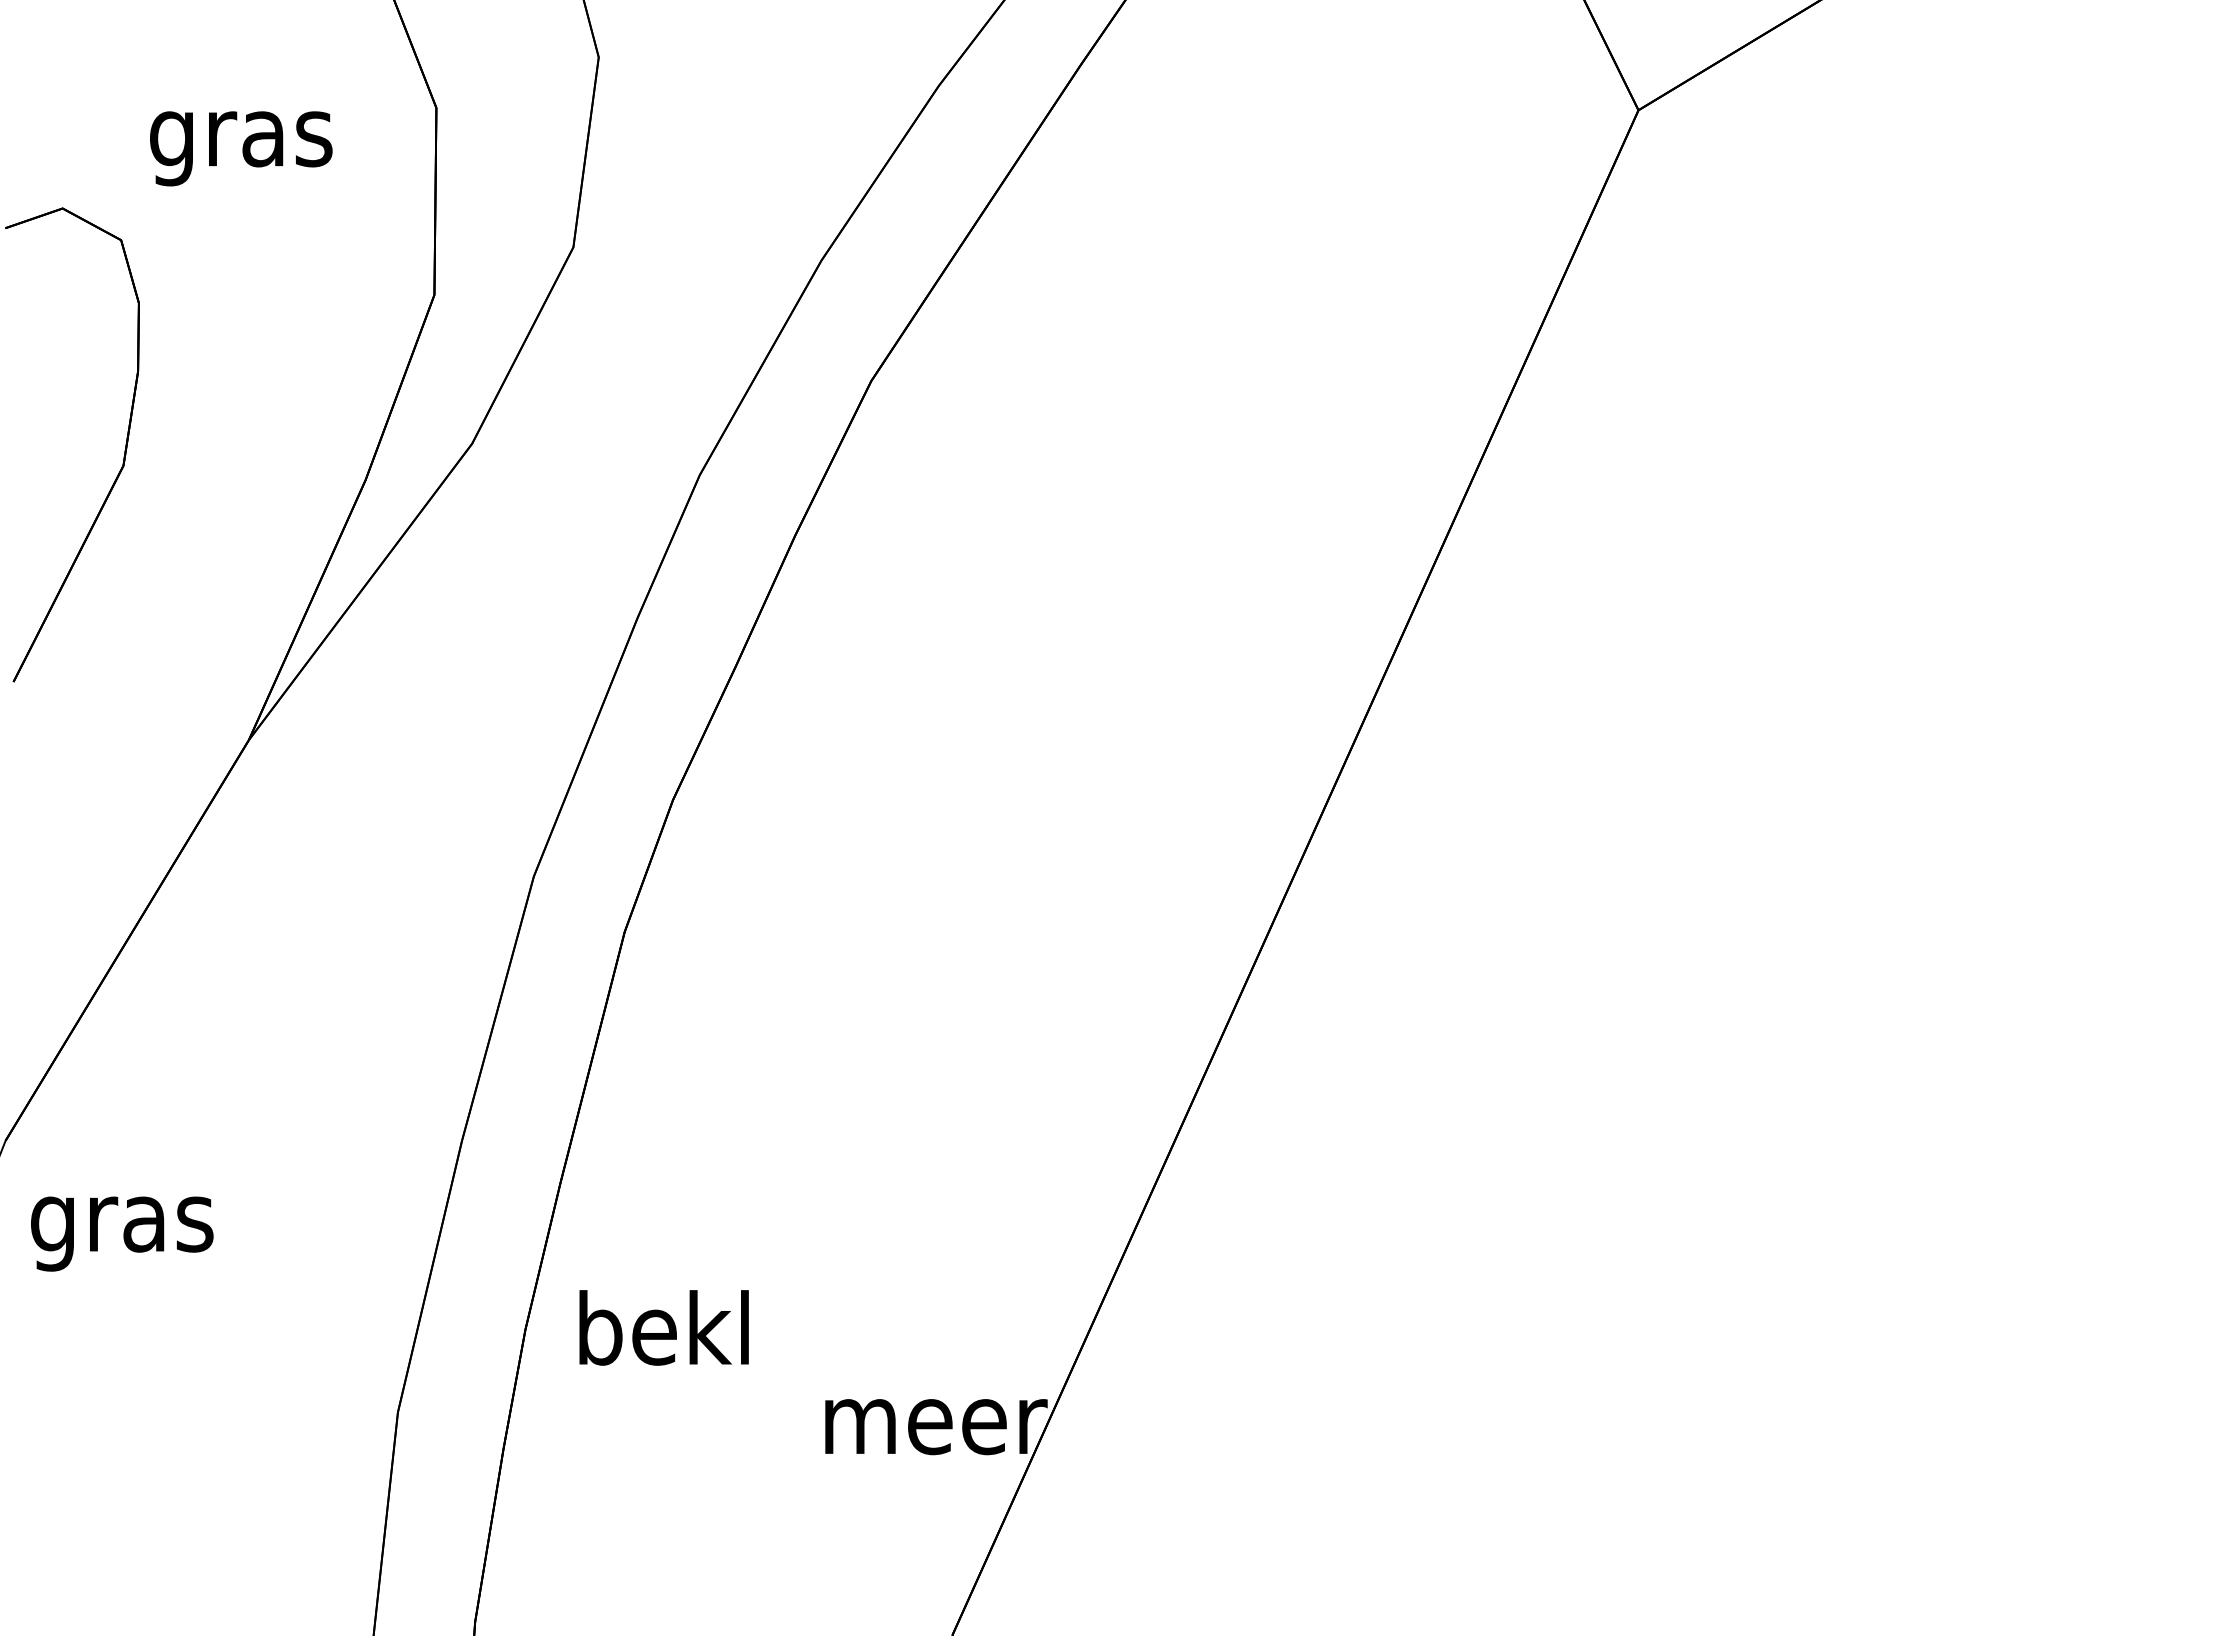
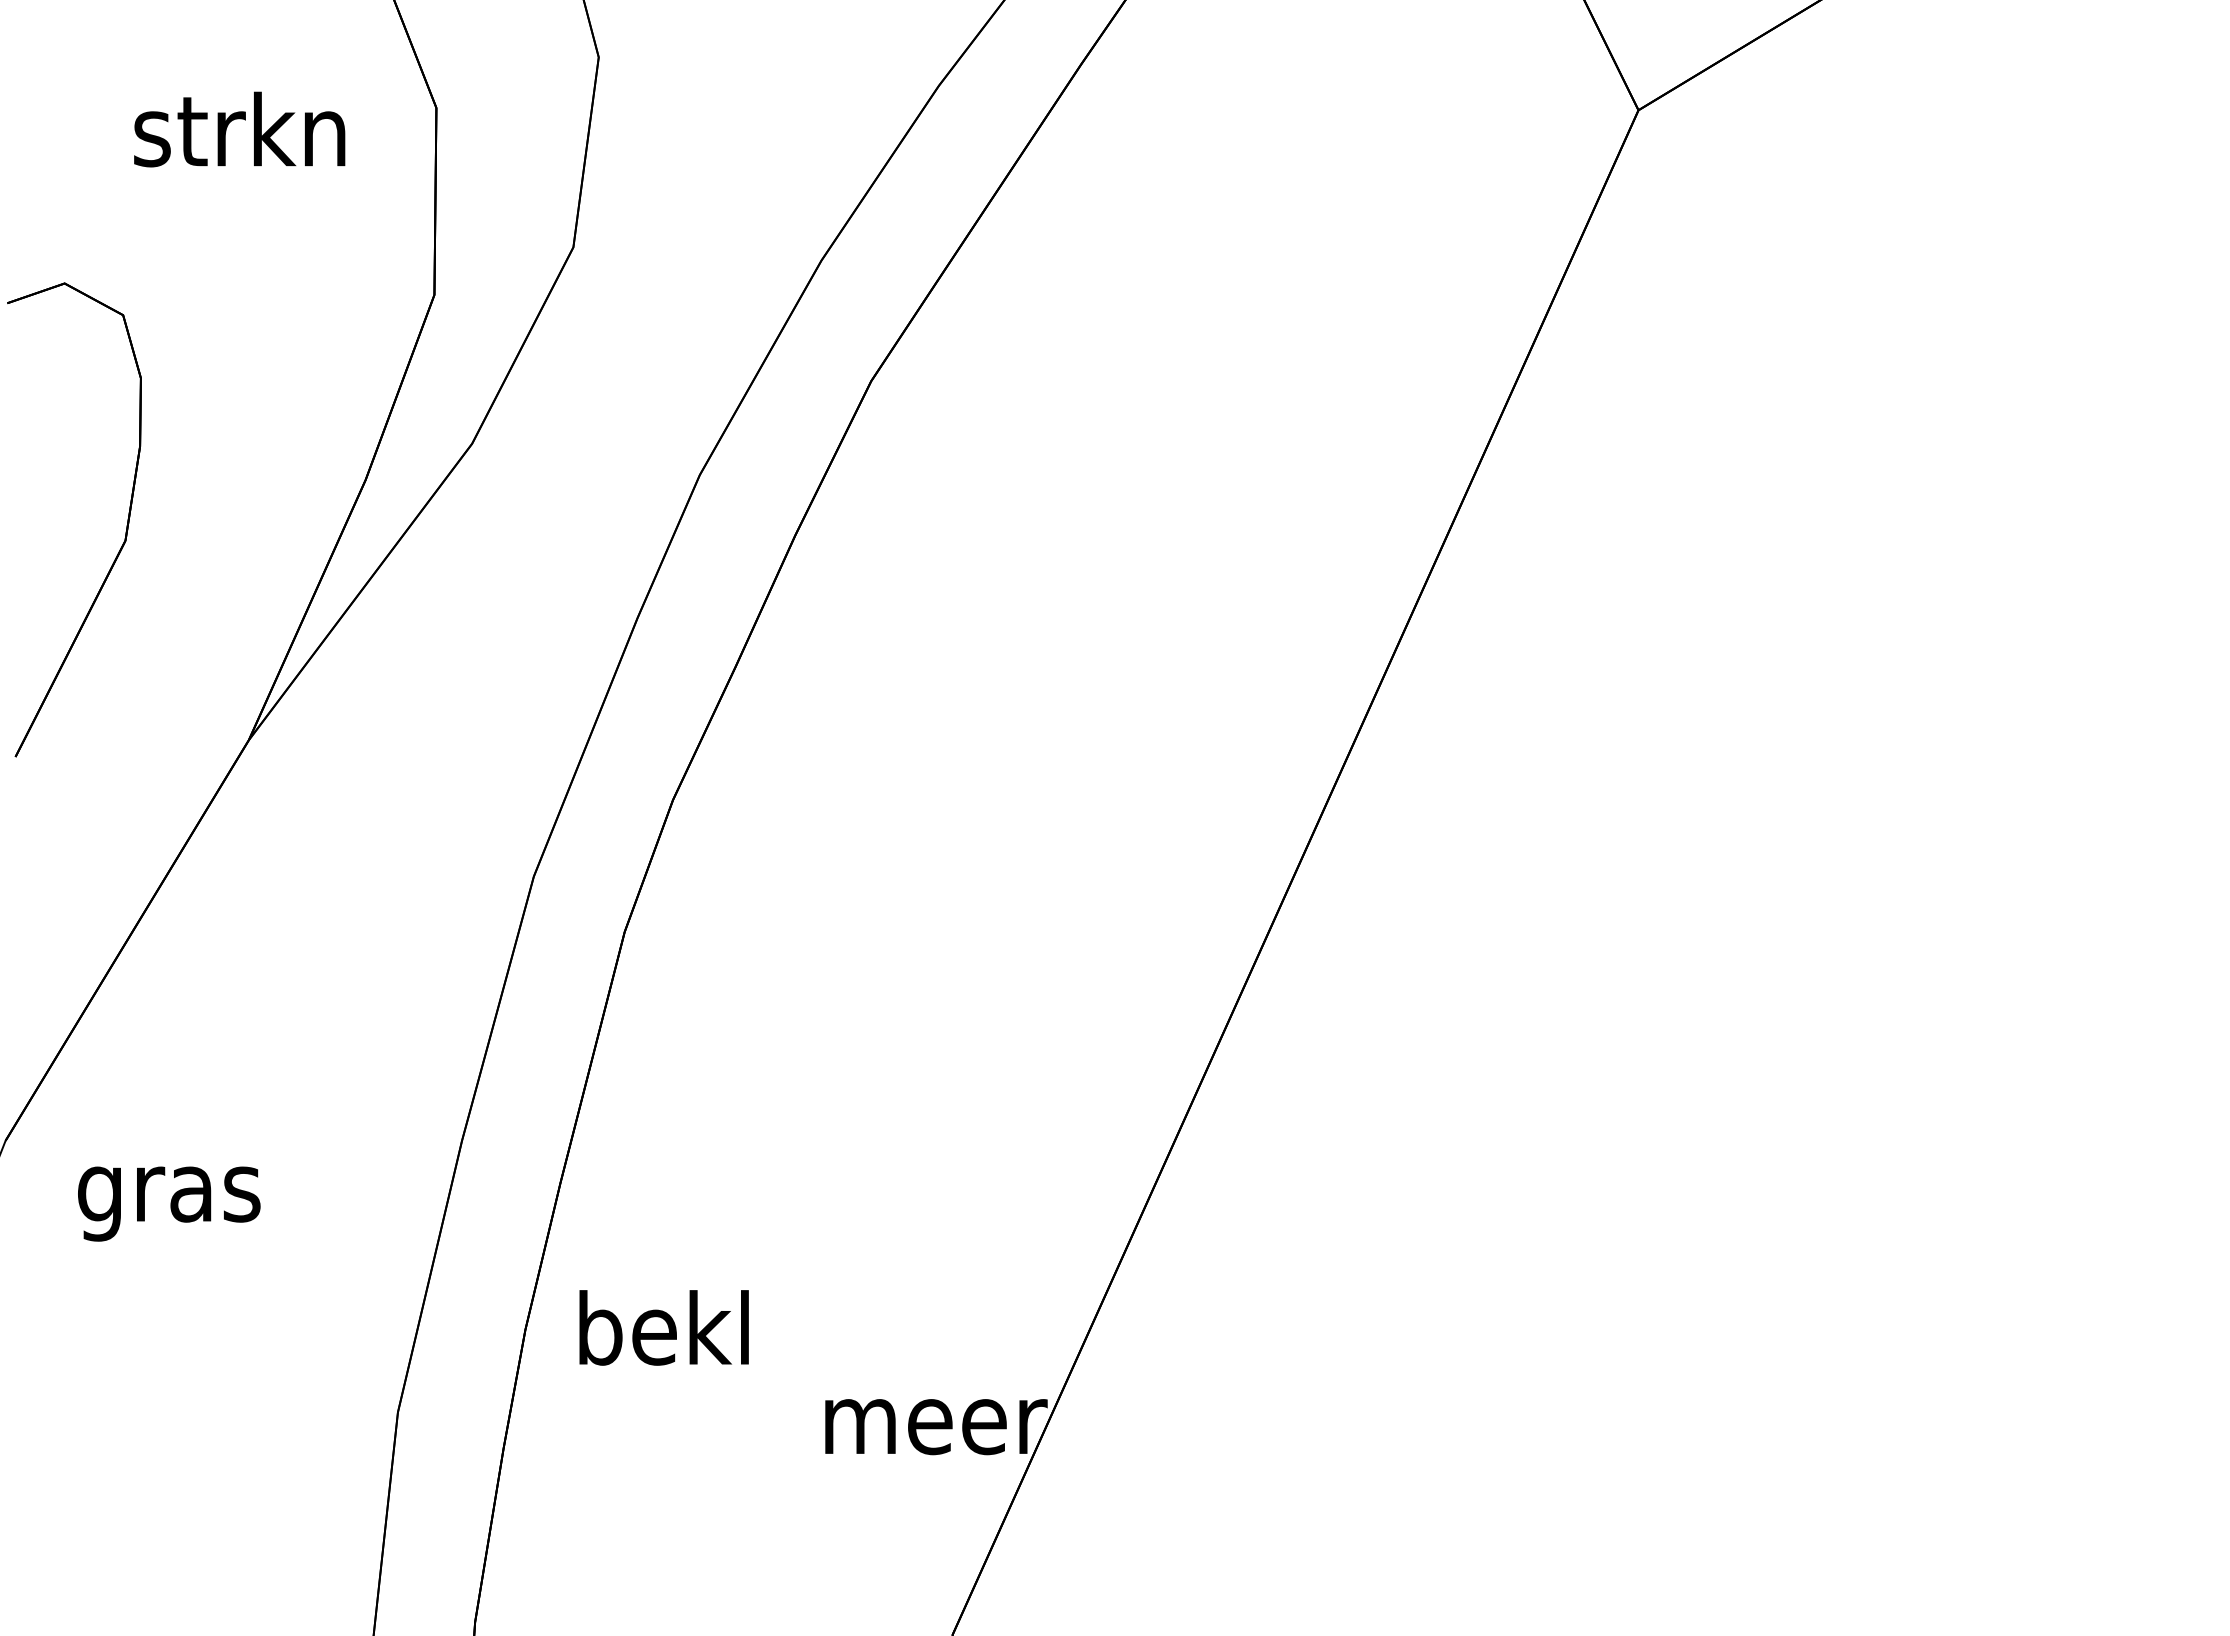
text at (239, 138): gras -> strkn
part at (124, 450) position: (124, 450) -> (126, 525)
text at (122, 1233) position: (122, 1233) -> (169, 1203)
